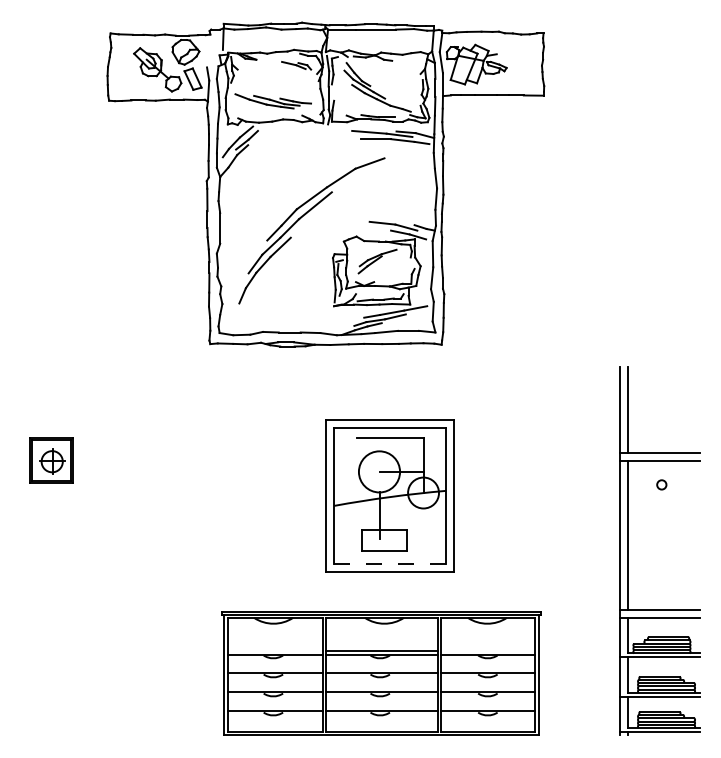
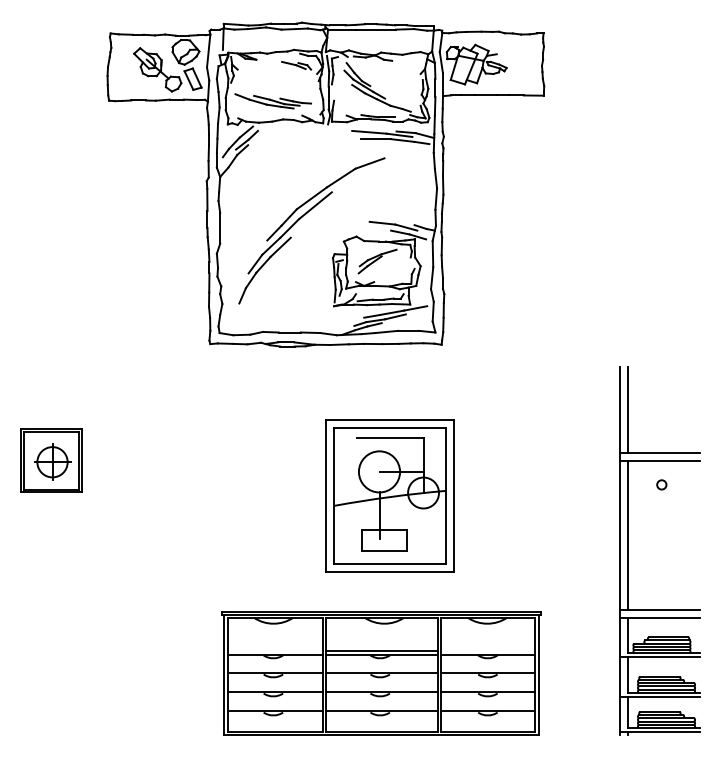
line at (208, 50): none -> present
part at (51, 460) size: 45x47 px -> 63x65 px
line at (389, 563): dashed -> solid
